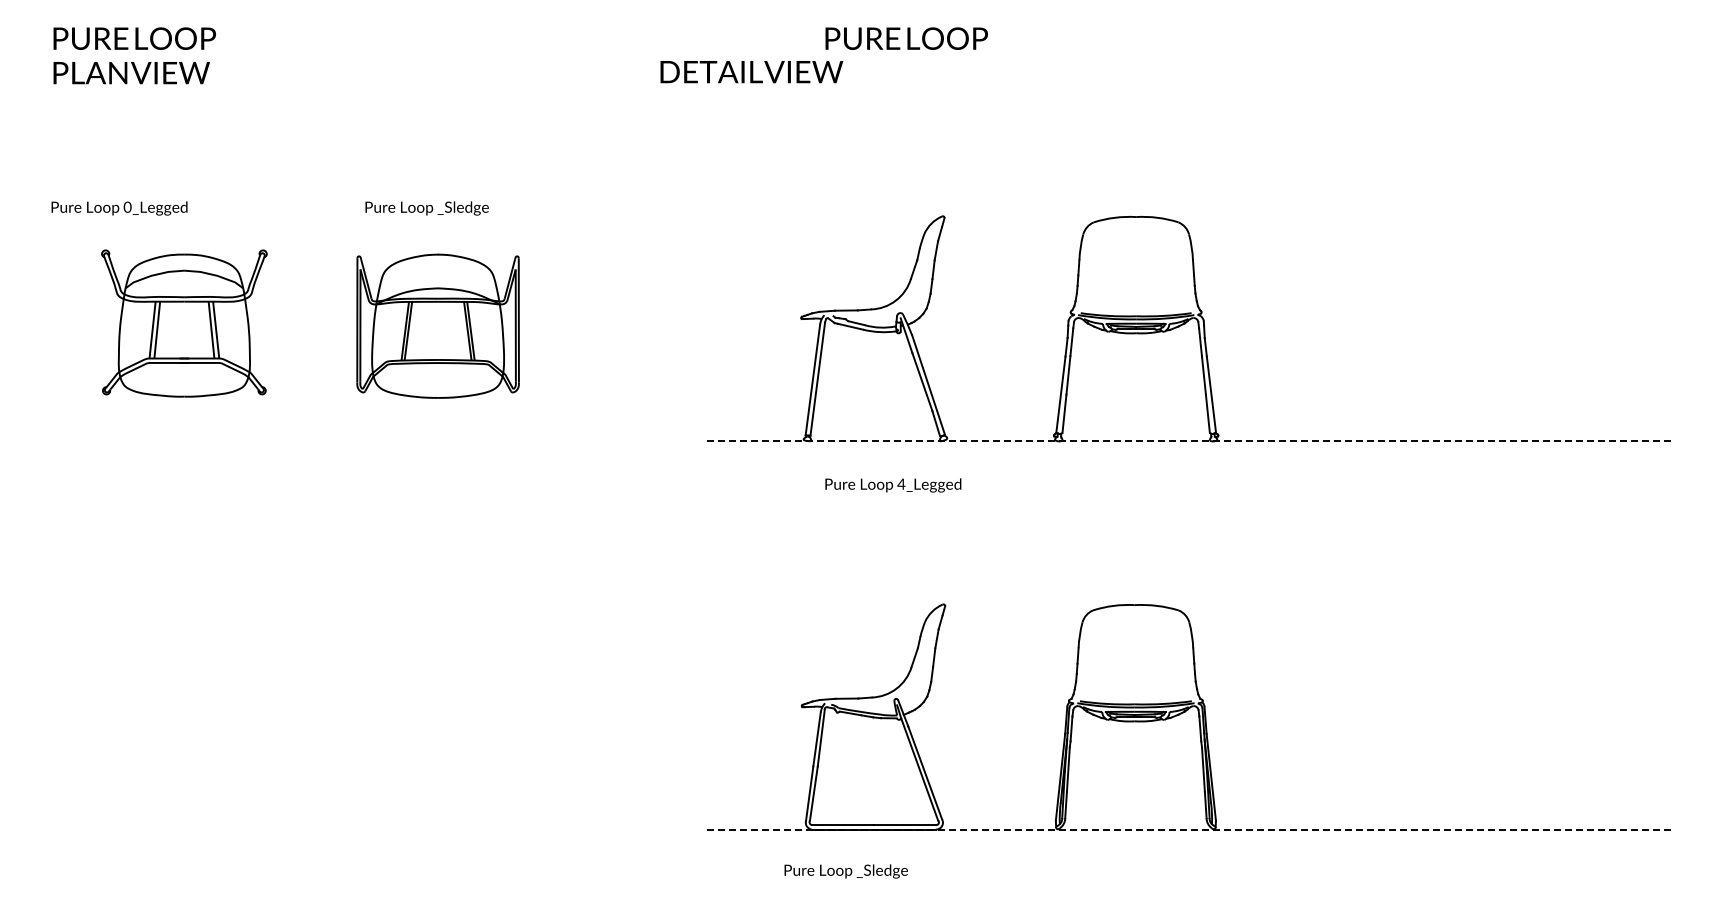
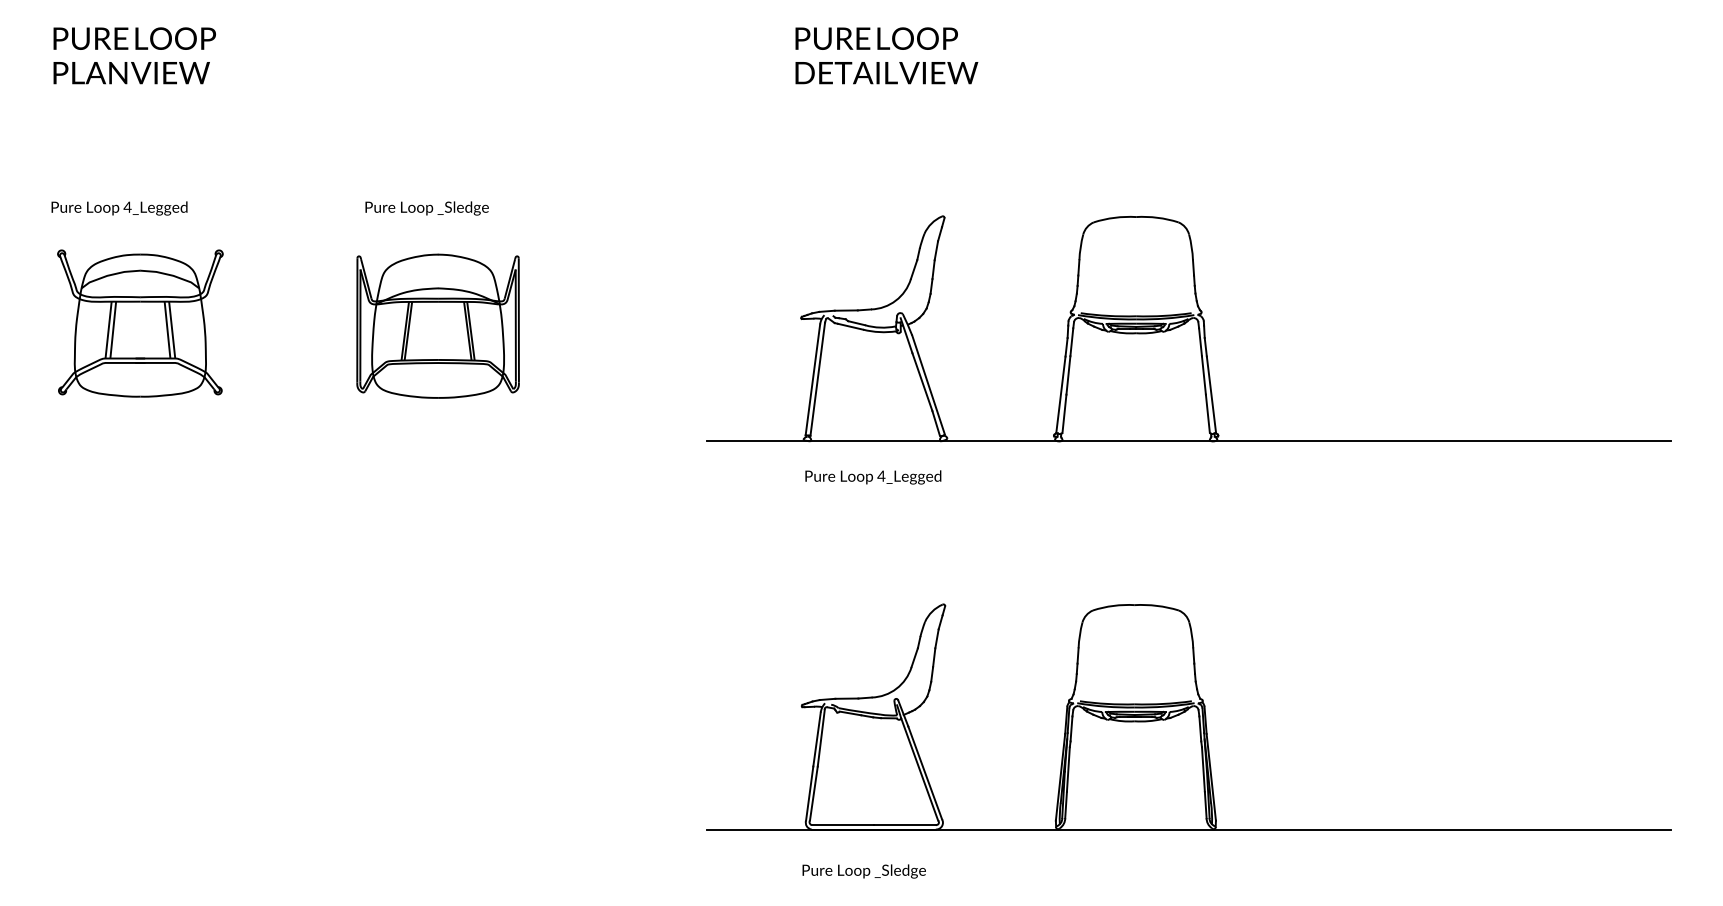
text at (906, 38) position: (906, 38) -> (876, 38)
text at (751, 72) position: (751, 72) -> (886, 73)
text at (127, 206): 0_Legged -> 4_Legged
part at (184, 323) position: (184, 323) -> (140, 323)
line at (1189, 441): dashed -> solid
text at (893, 485) position: (893, 485) -> (873, 477)
line at (1189, 829): dashed -> solid
text at (845, 871) position: (845, 871) -> (863, 871)
